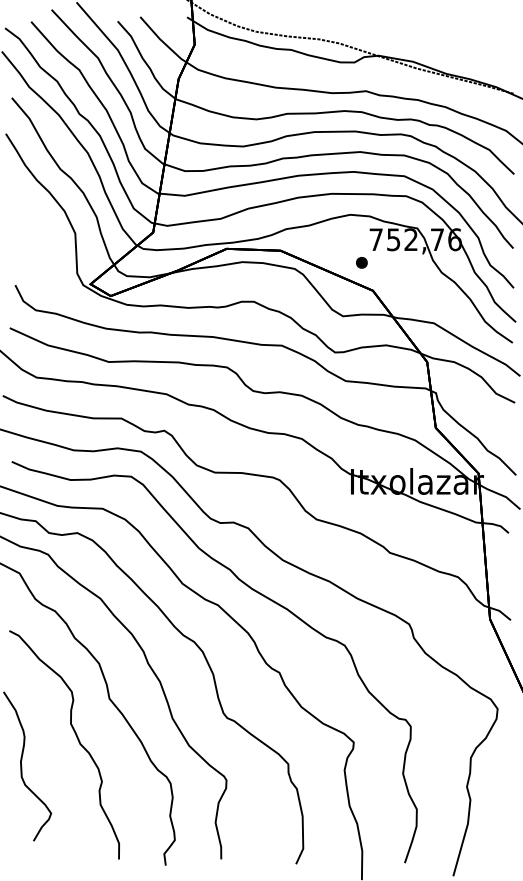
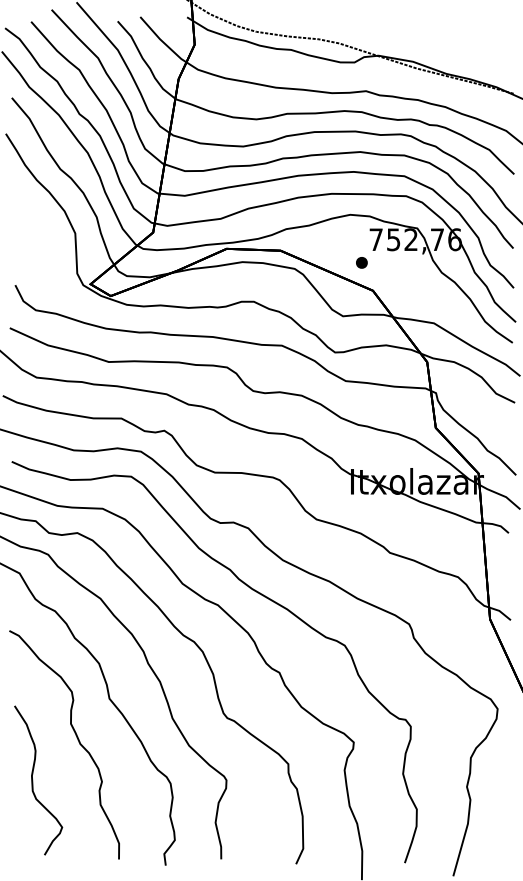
part at (27, 766) position: (27, 766) -> (38, 780)
